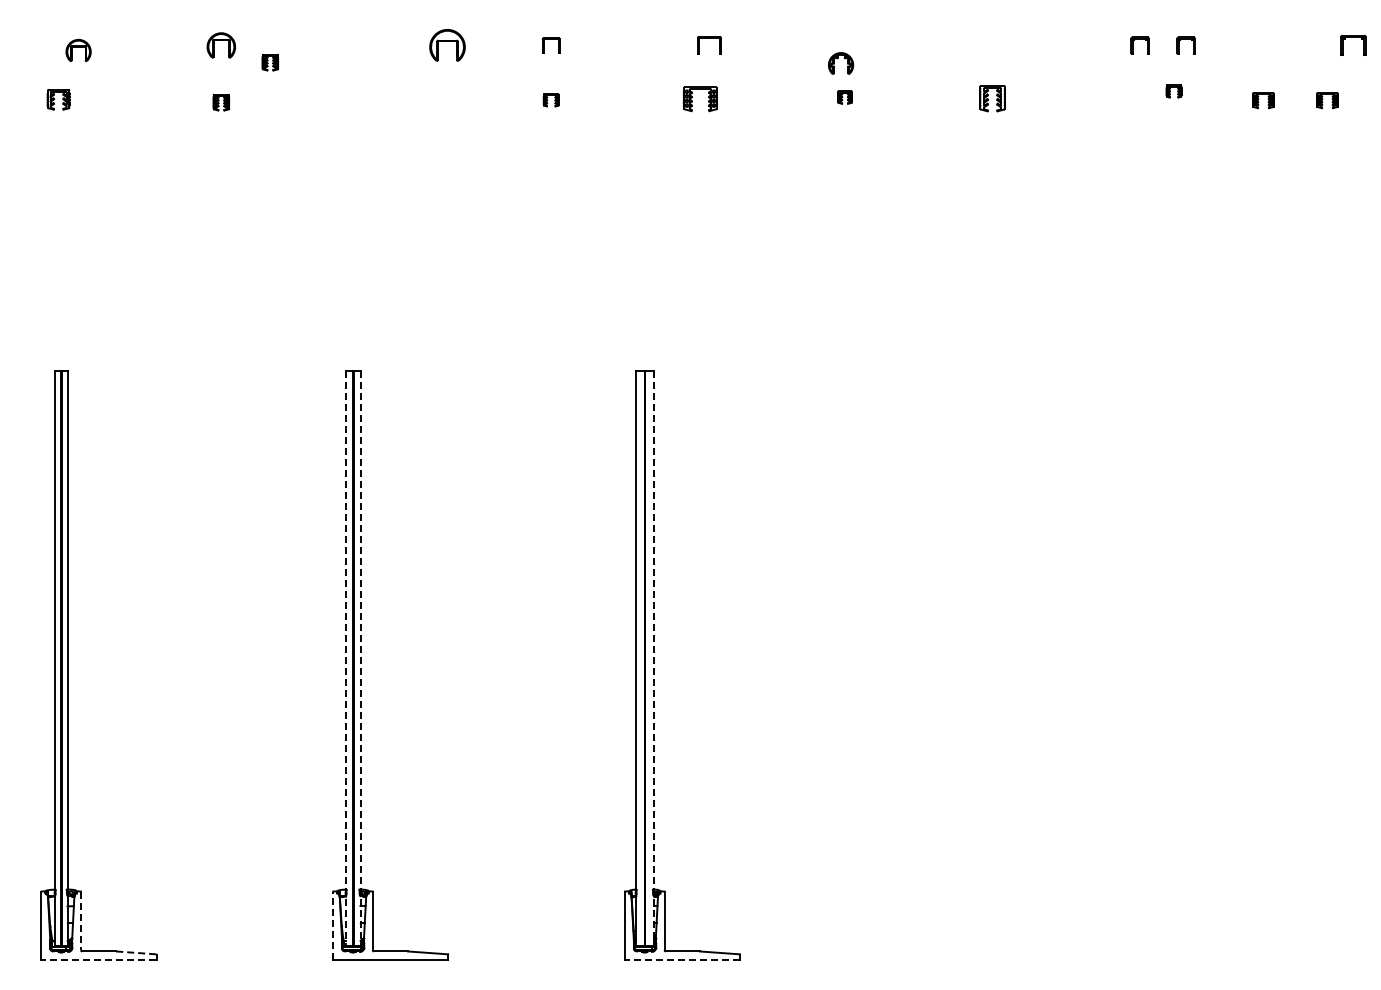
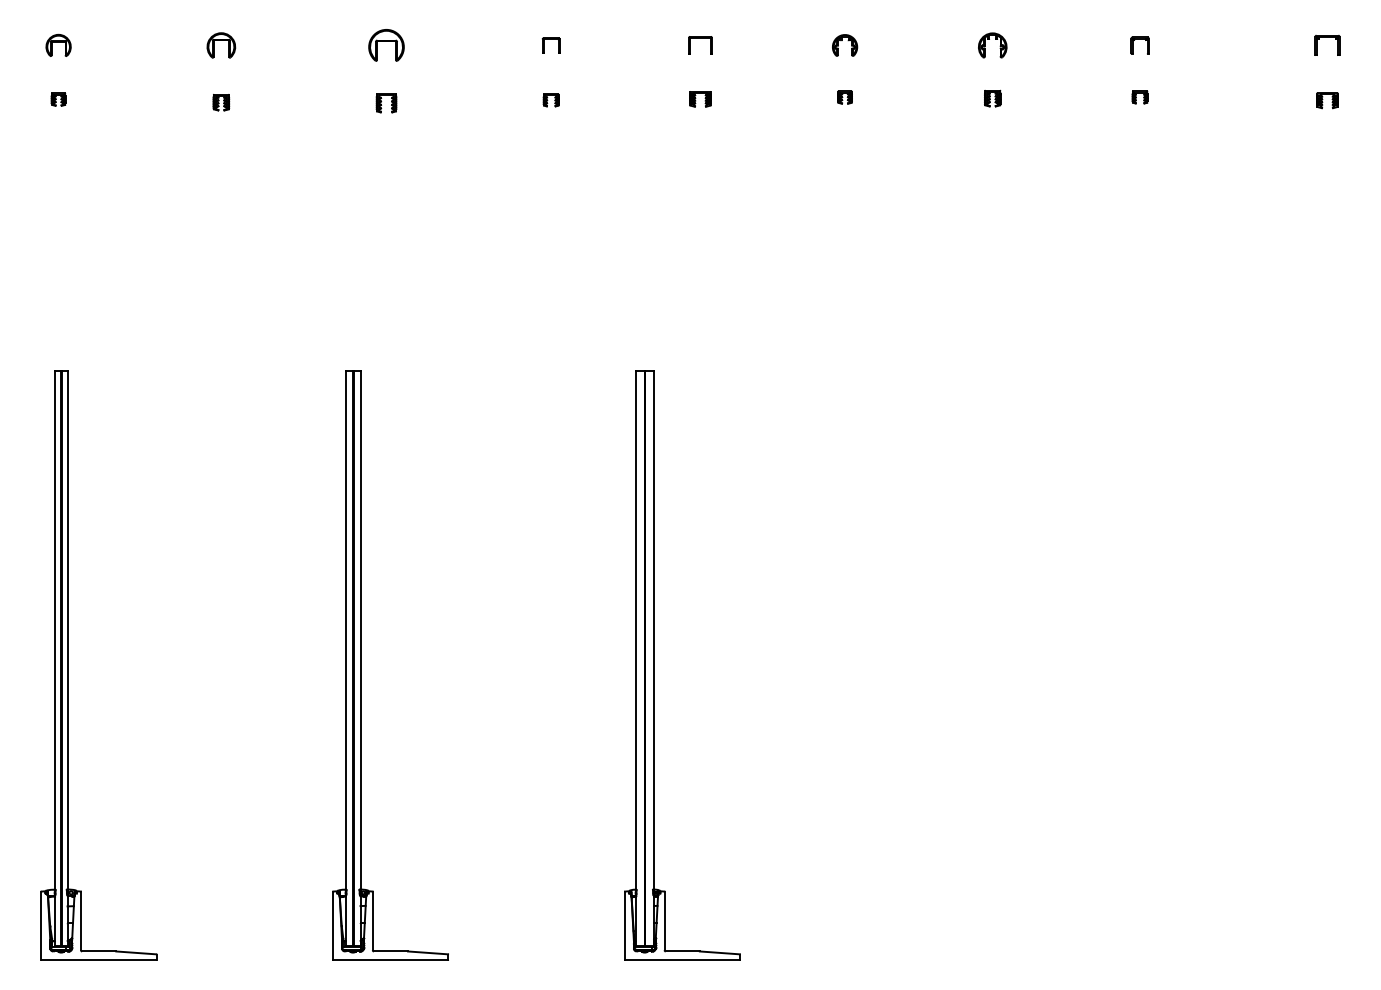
part at (1353, 37) position: (1353, 37) -> (1327, 37)
part at (709, 38) position: (709, 38) -> (700, 38)
part at (989, 39): none -> present
part at (447, 45) position: (447, 45) -> (386, 45)
part at (1185, 45): present -> none
part at (78, 49) position: (78, 49) -> (58, 44)
part at (270, 62): present -> none
part at (841, 63) position: (841, 63) -> (845, 45)
part at (1173, 91) position: (1173, 91) -> (1139, 97)
part at (992, 98) size: 27x28 px -> 18x19 px
part at (58, 99) size: 25x22 px -> 17x15 px
part at (699, 99) size: 36x27 px -> 23x17 px
part at (1263, 100): present -> none
part at (386, 103): none -> present
line at (345, 658): dashed -> solid
line at (360, 658): dashed -> solid
line at (653, 658): dashed -> solid
line at (81, 921): dashed -> solid
line at (333, 925): dashed -> solid
line at (136, 952): dashed -> solid
line at (98, 960): dashed -> solid
line at (682, 960): dashed -> solid
